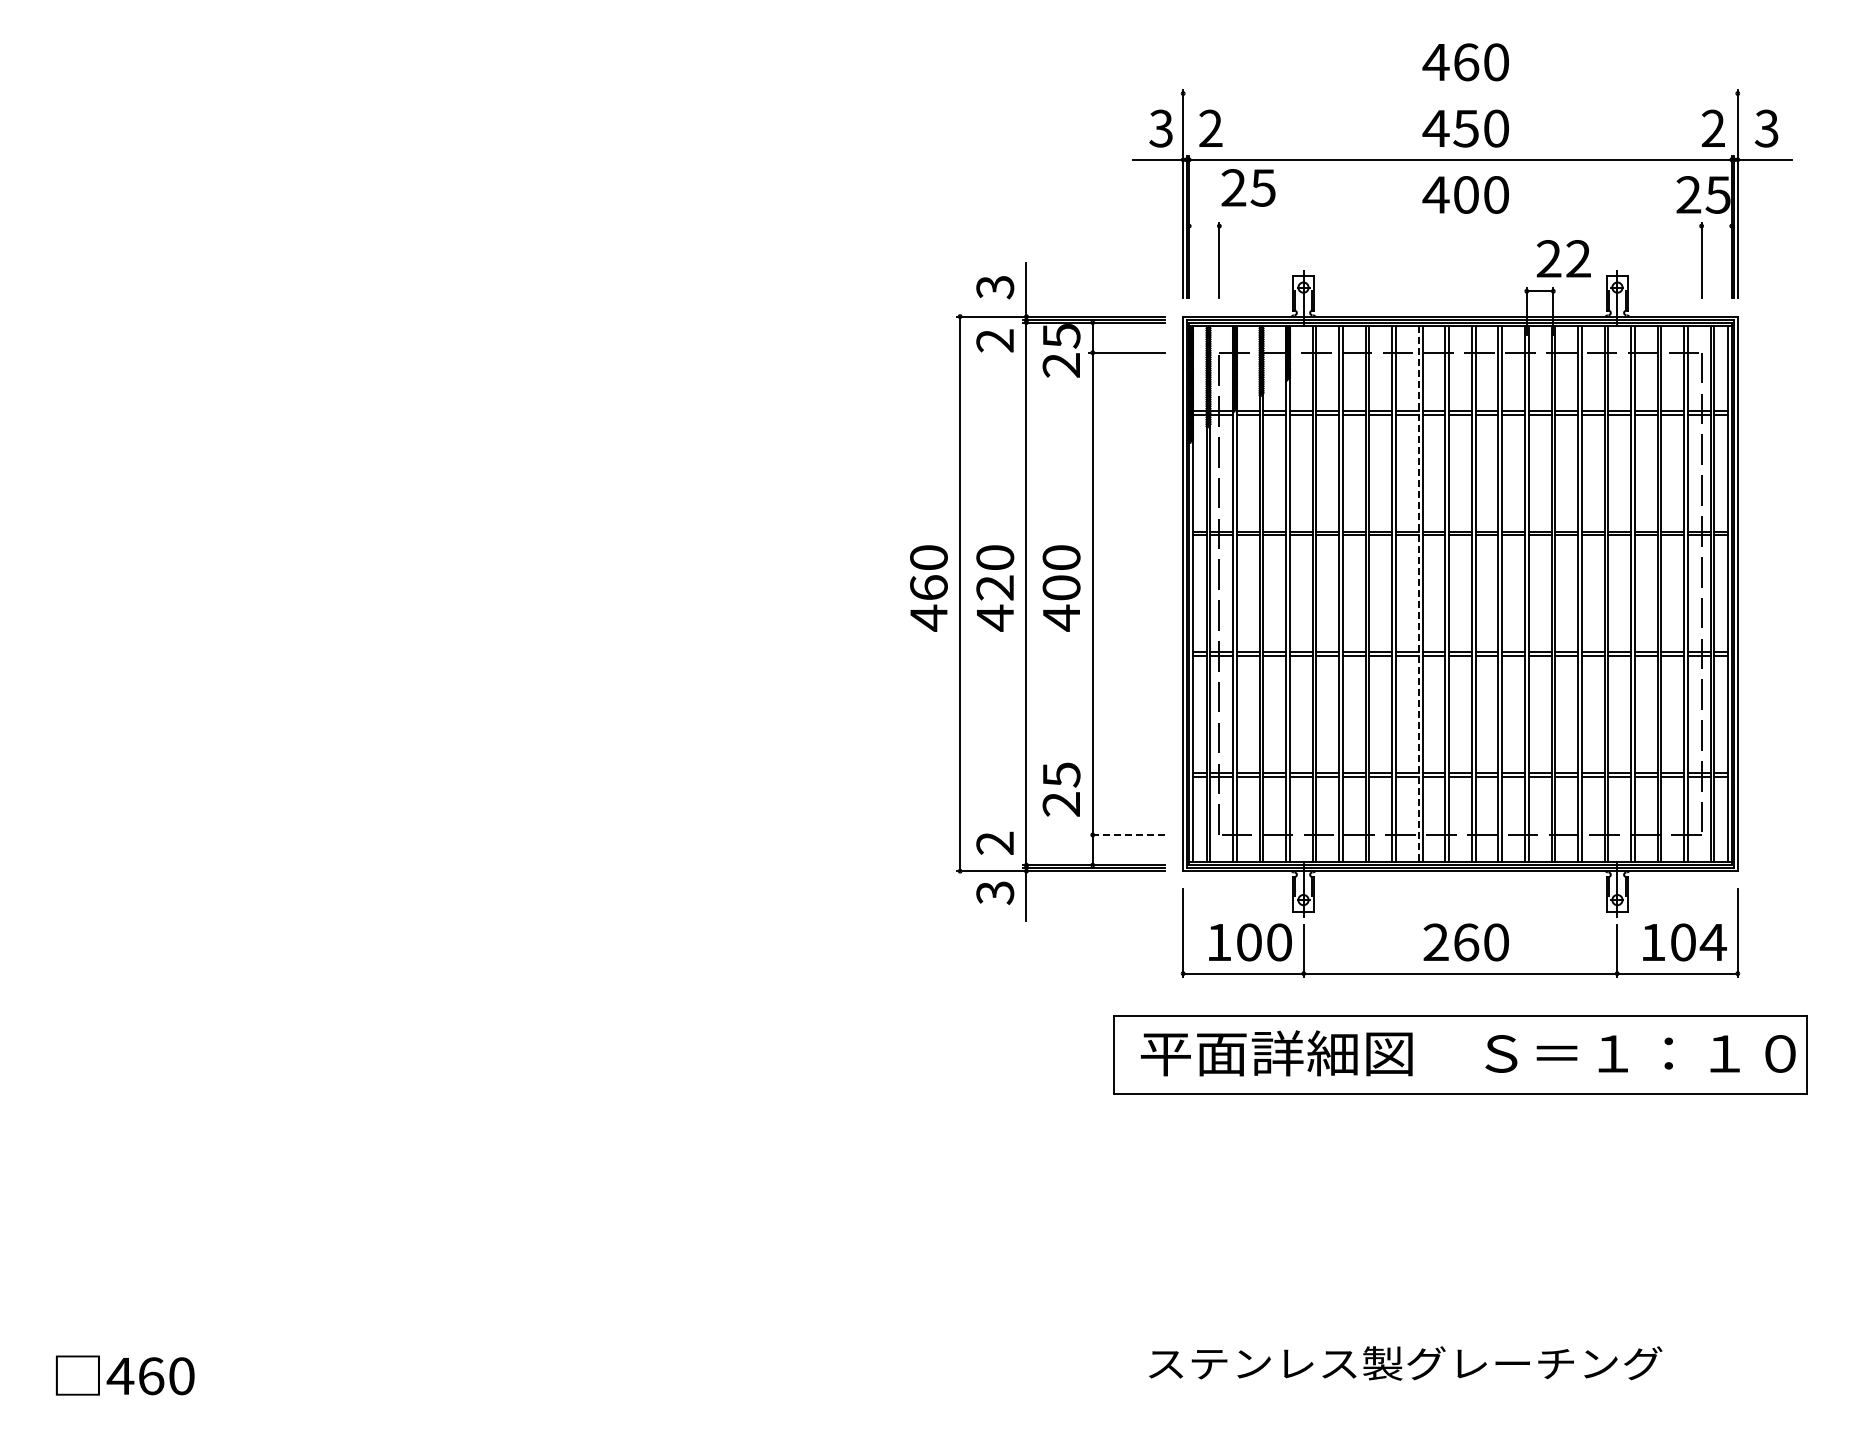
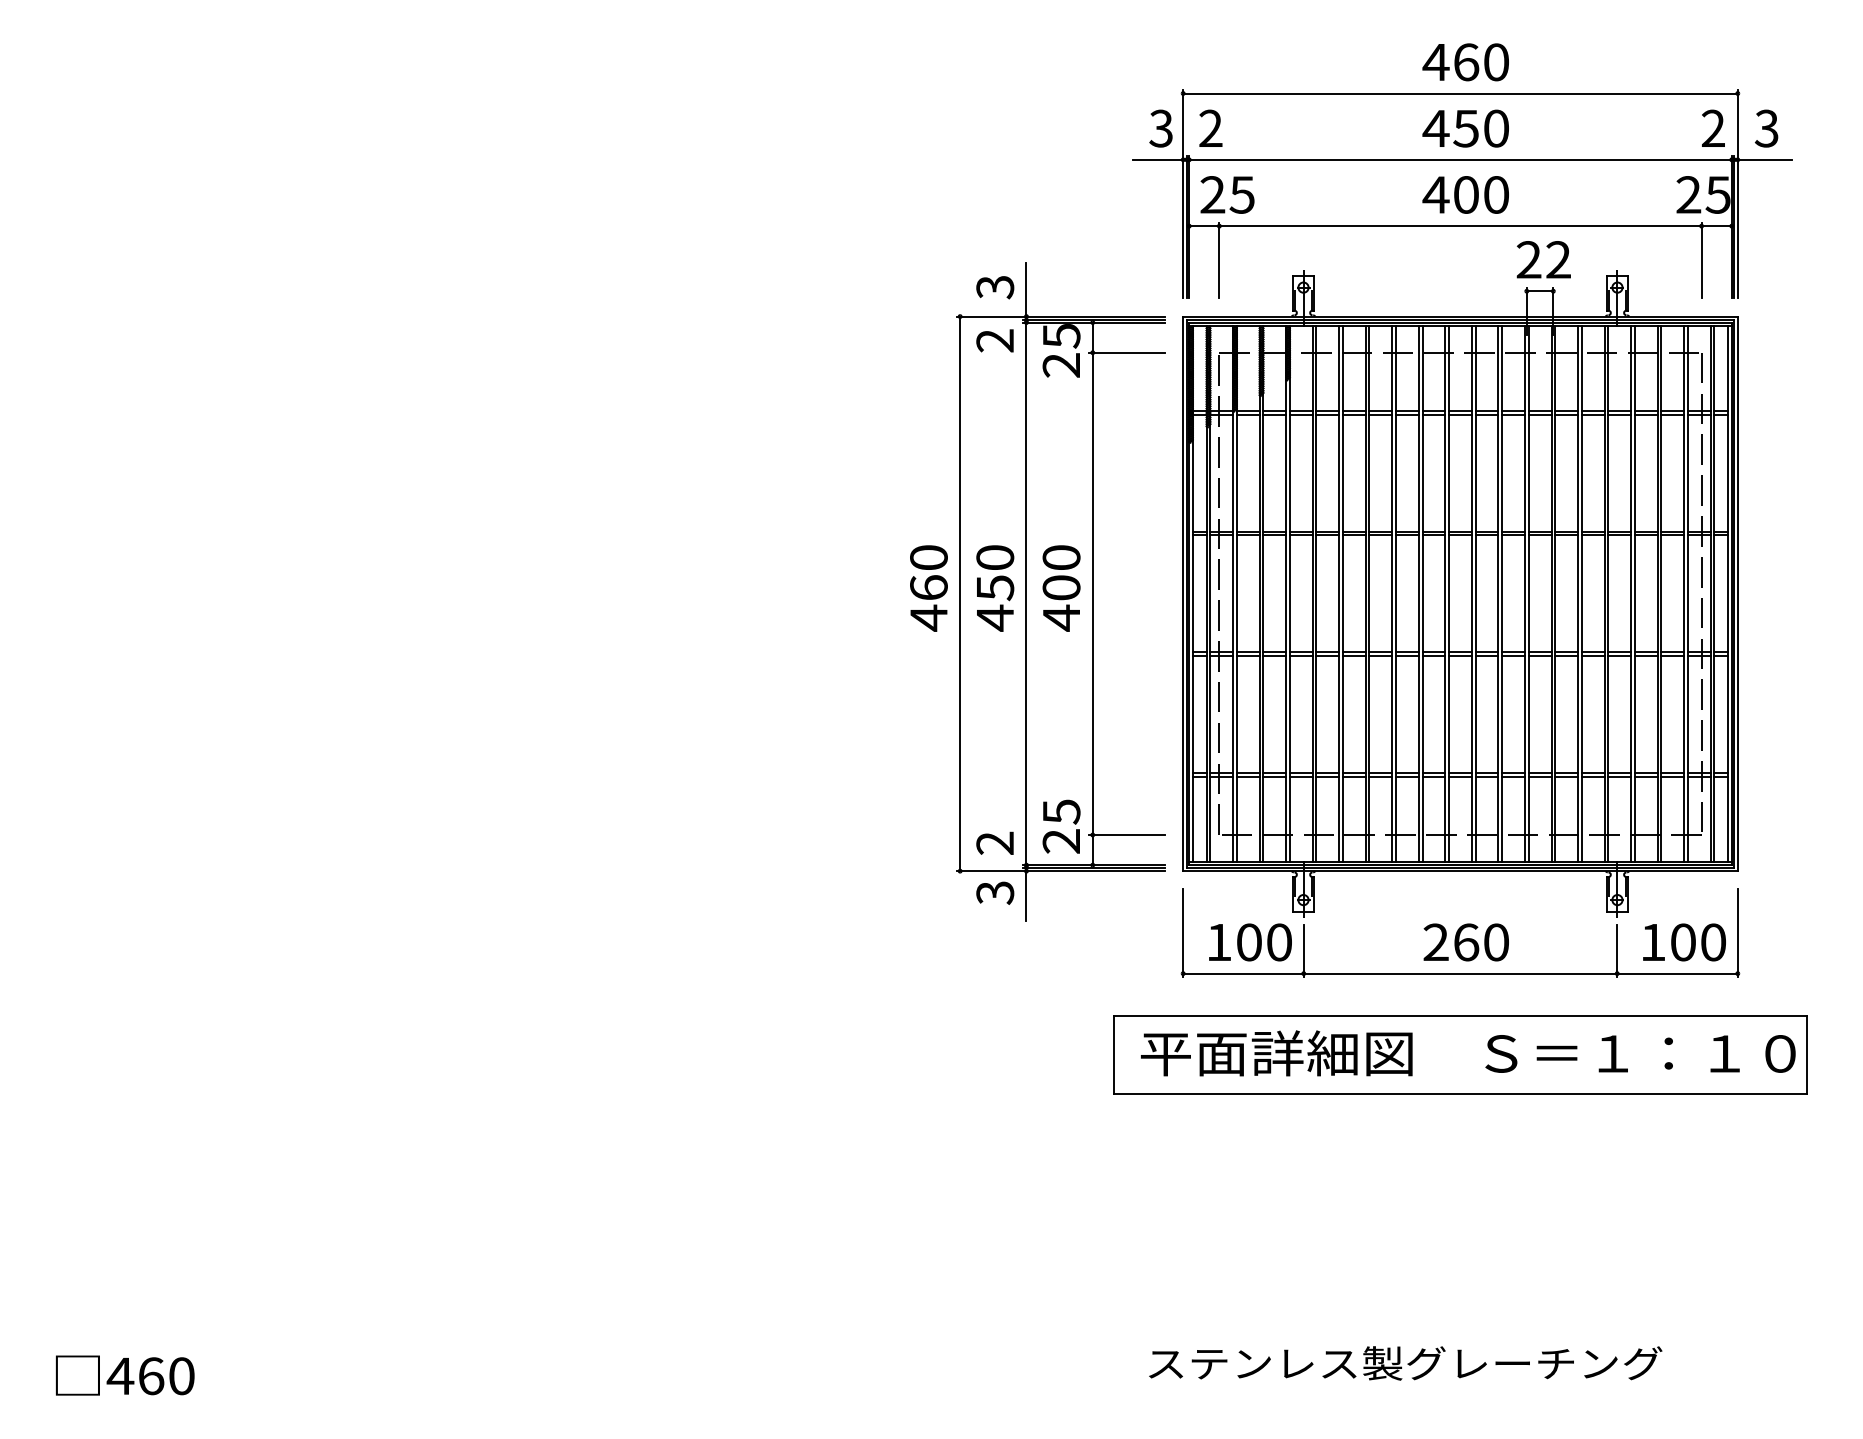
line at (1460, 93): none -> present
text at (1248, 187) position: (1248, 187) -> (1227, 194)
line at (1460, 226): none -> present
text at (1563, 258) position: (1563, 258) -> (1543, 259)
text at (995, 588): 420 -> 450
line at (1418, 593): dashed -> solid
text at (1061, 789) position: (1061, 789) -> (1061, 826)
line at (1127, 834): dashed -> solid
text at (1712, 942): 104 -> 100
